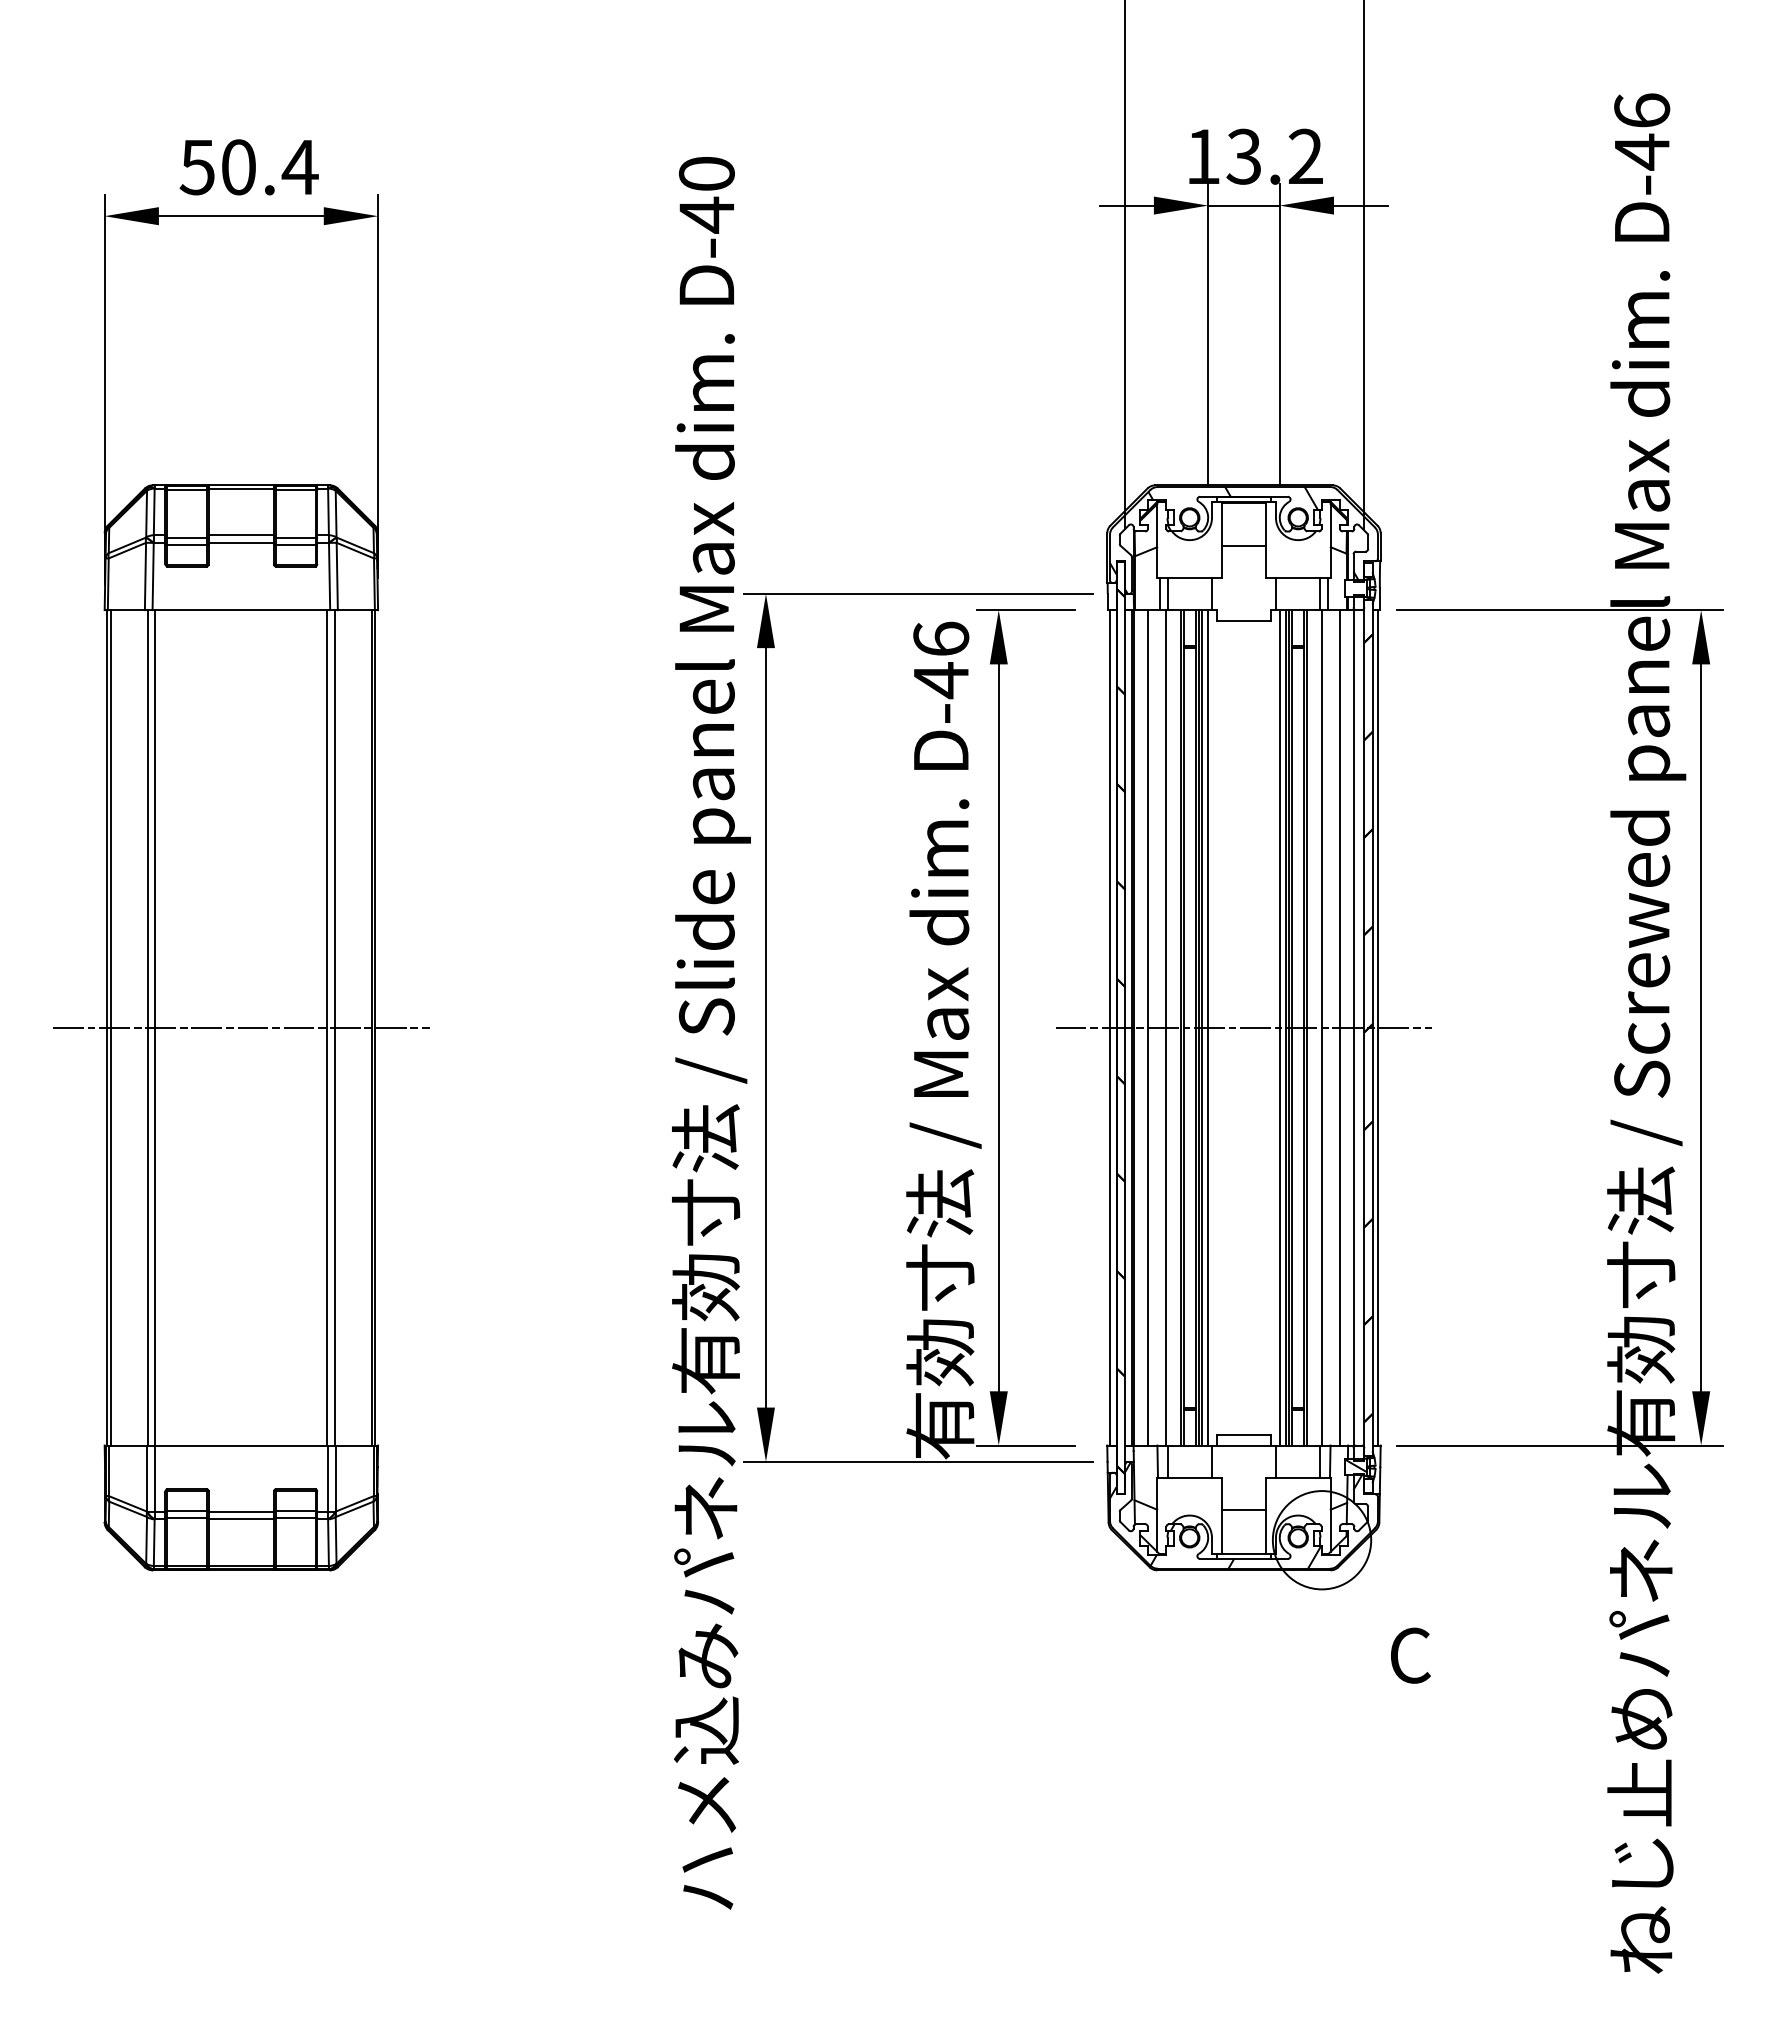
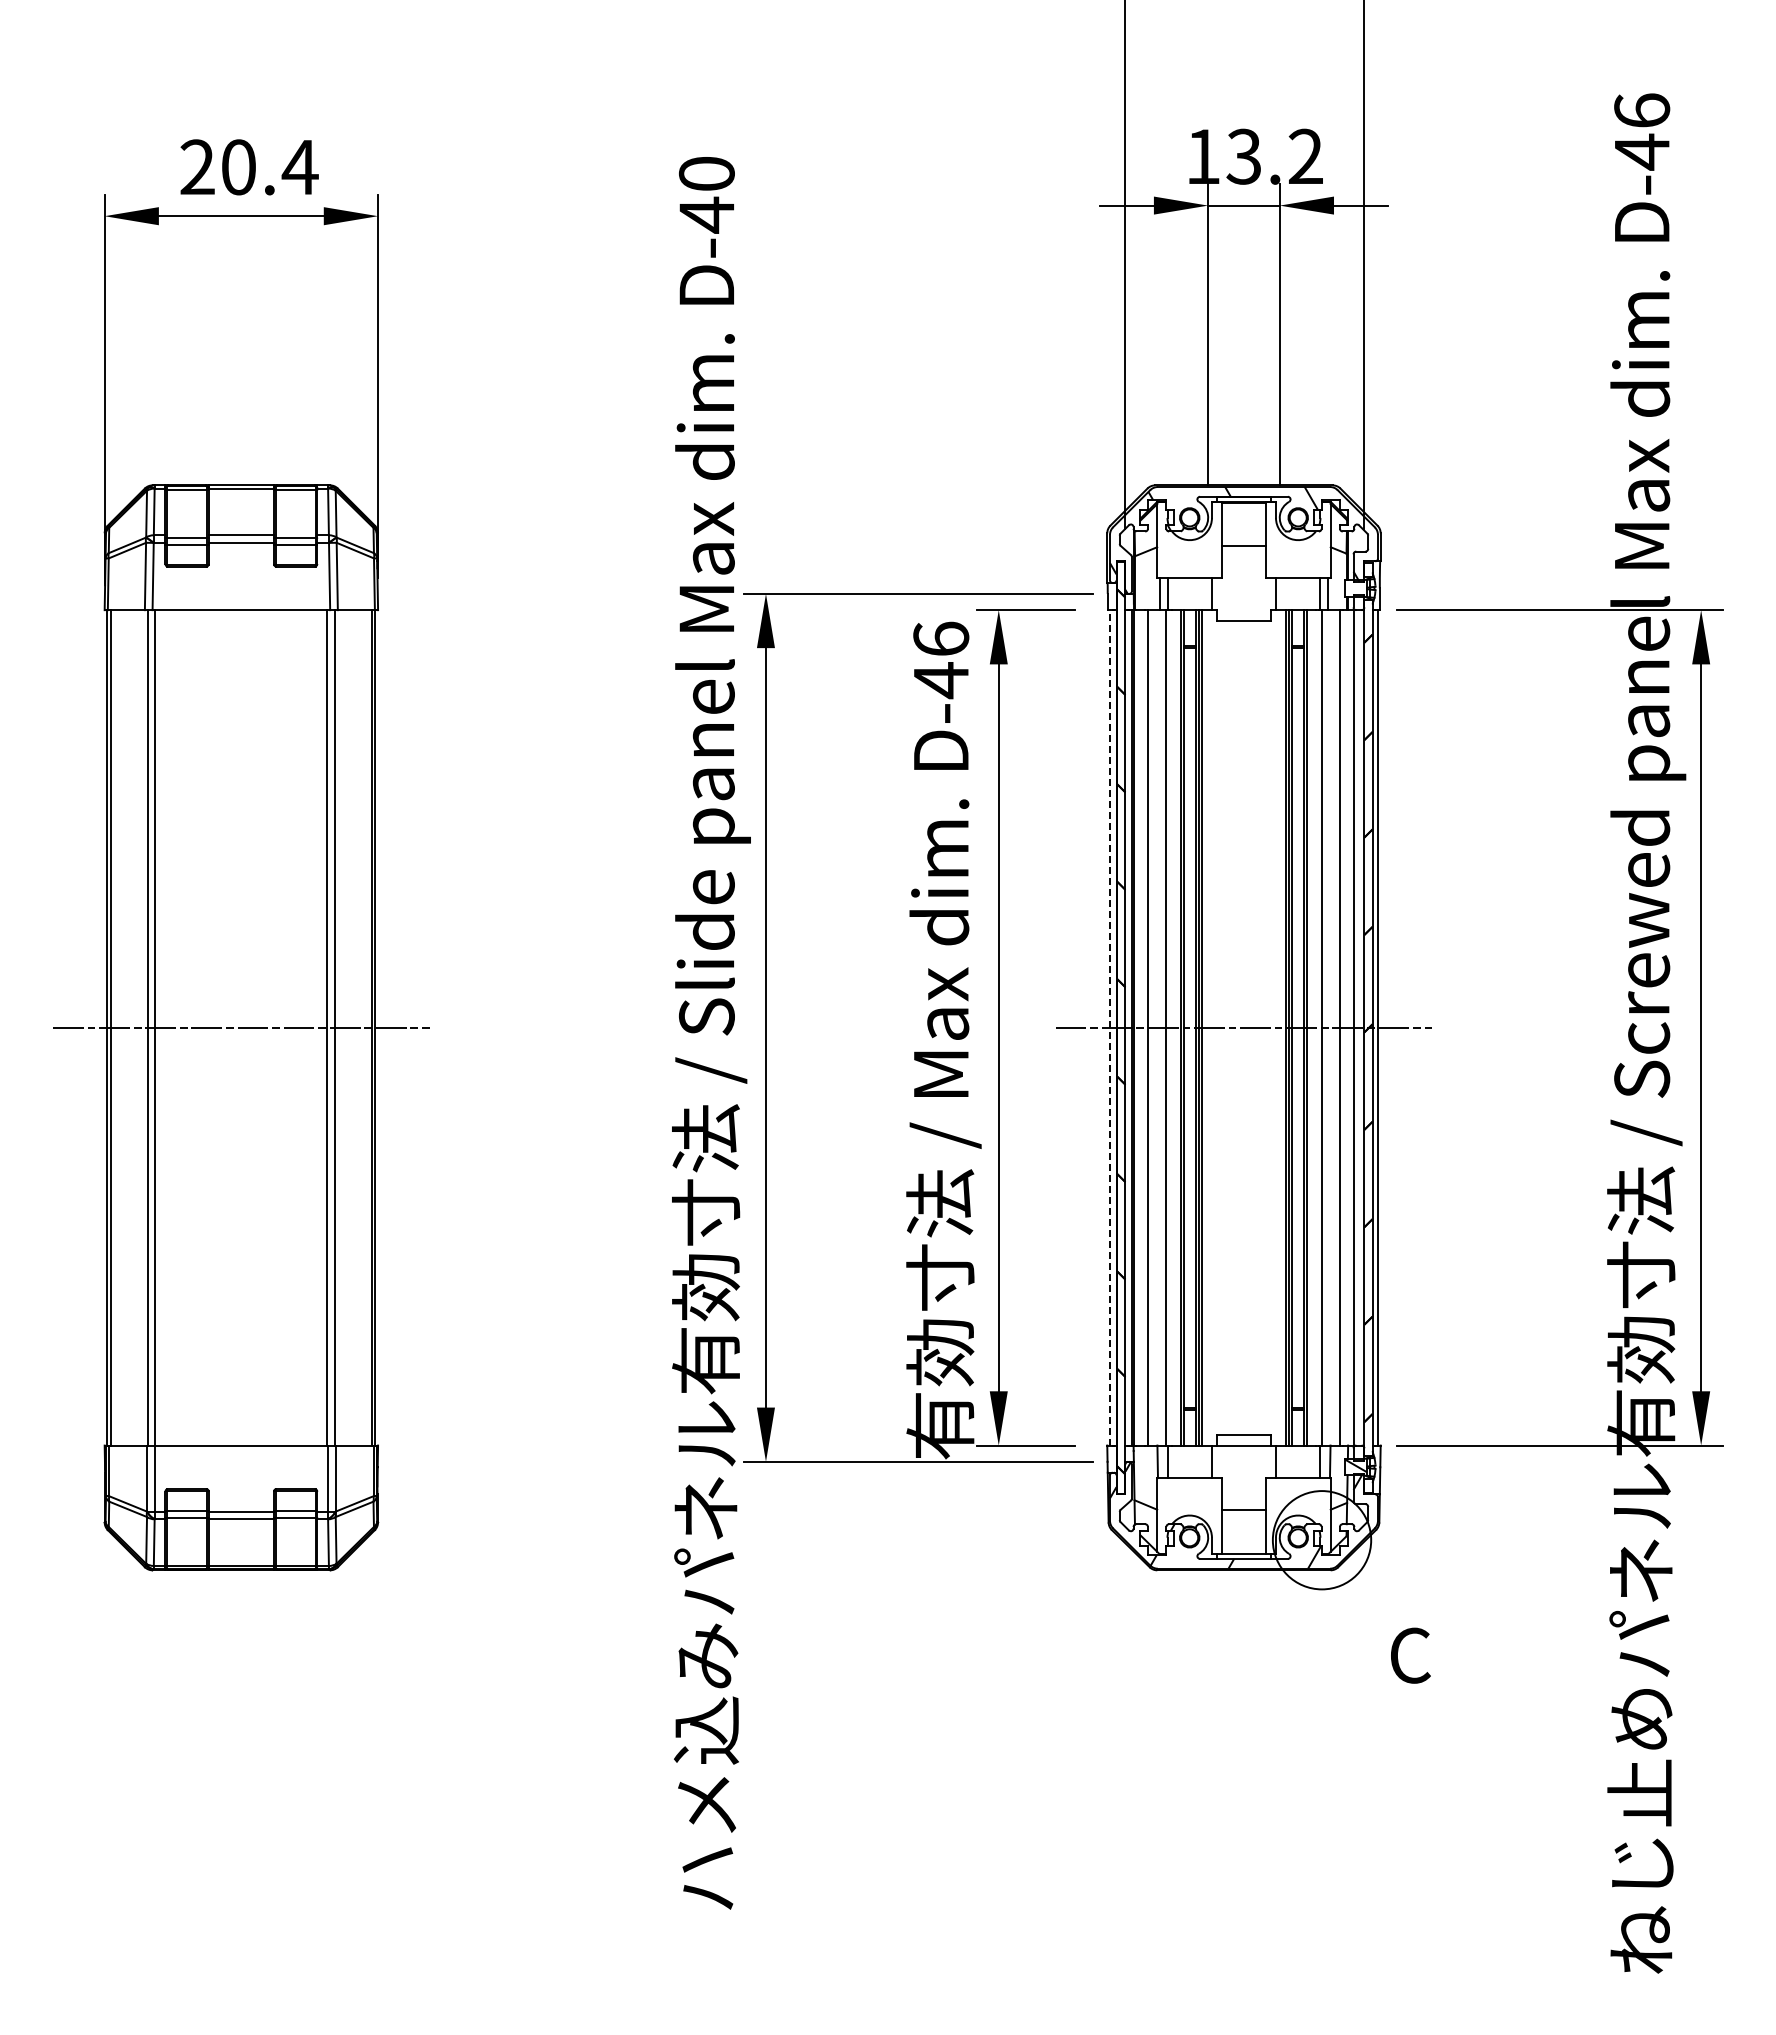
text at (196, 167): 50.4 -> 20.4
line at (1109, 1027): solid -> dashed
line at (1208, 1027): present -> none
line at (1279, 1027): present -> none
